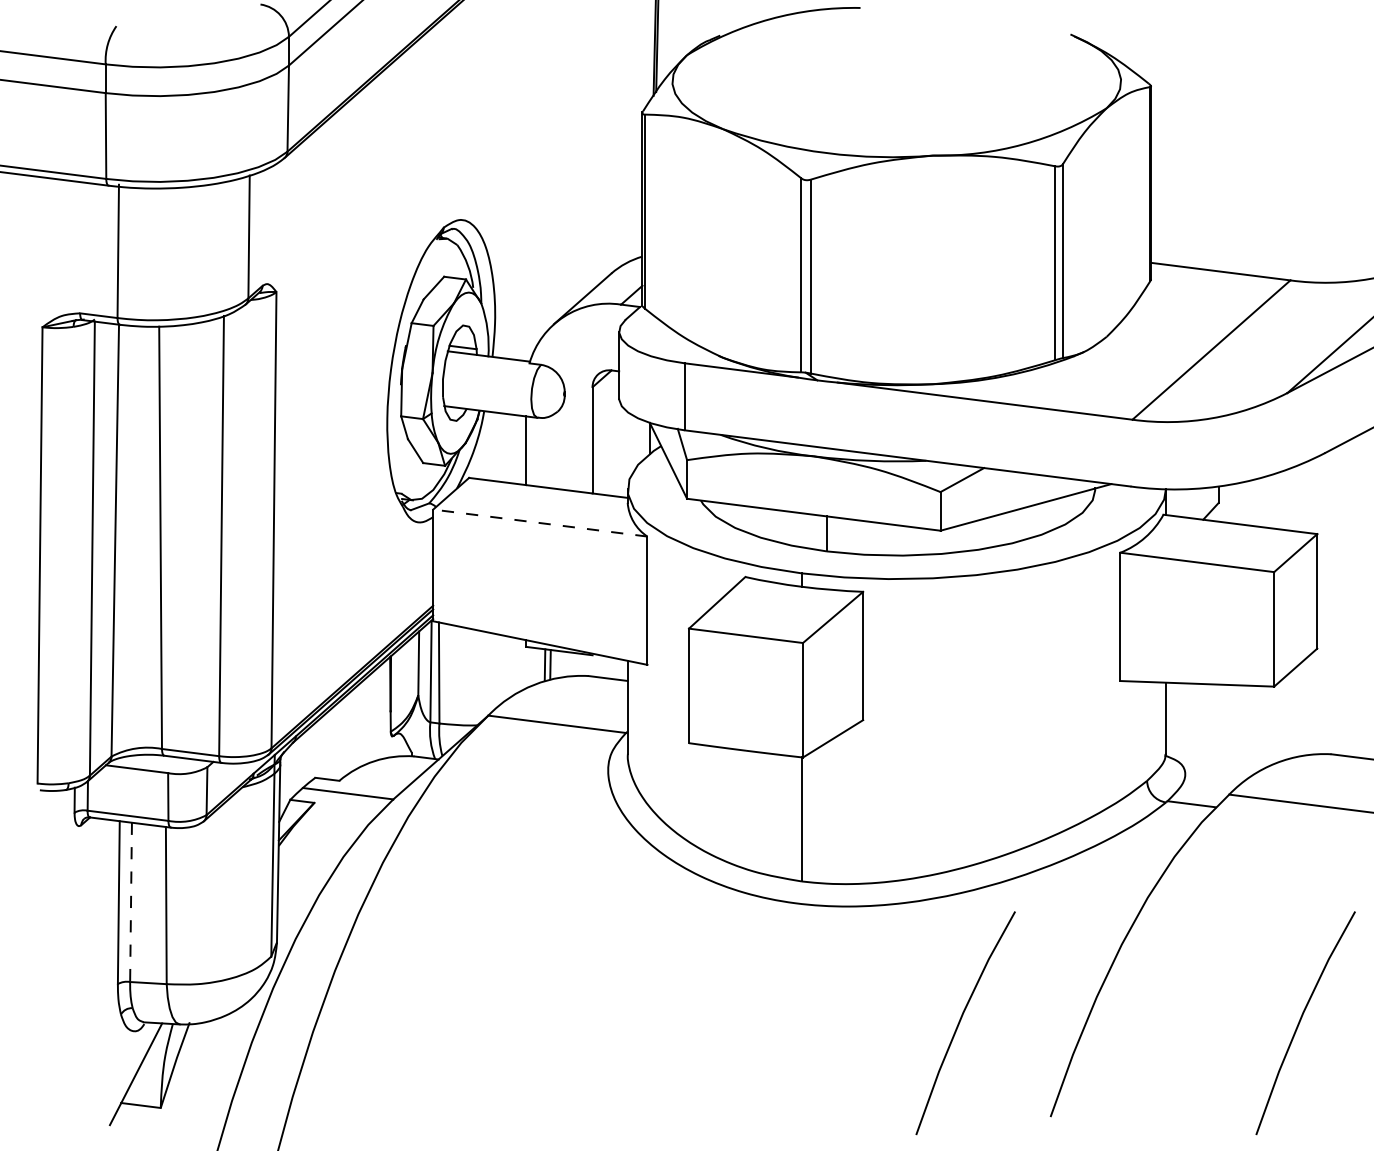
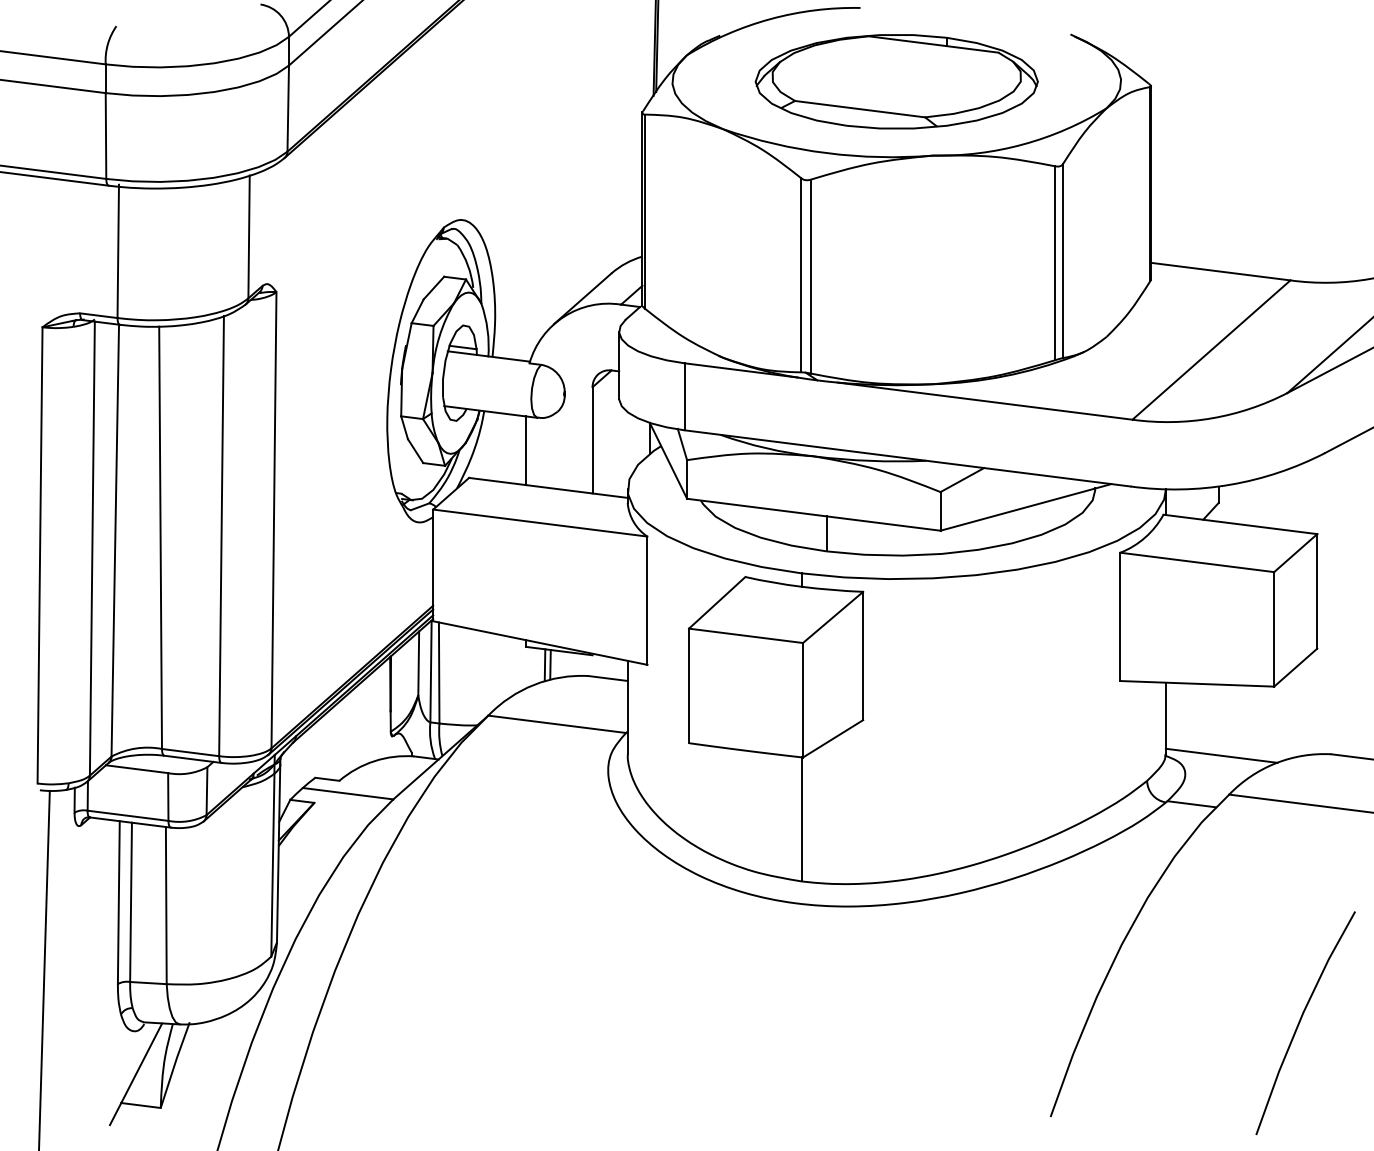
part at (896, 81): none -> present
line at (540, 523): dashed -> solid
line at (1221, 755): none -> present
line at (131, 902): dashed -> solid
line at (44, 968): none -> present
line at (961, 1020): present -> none
